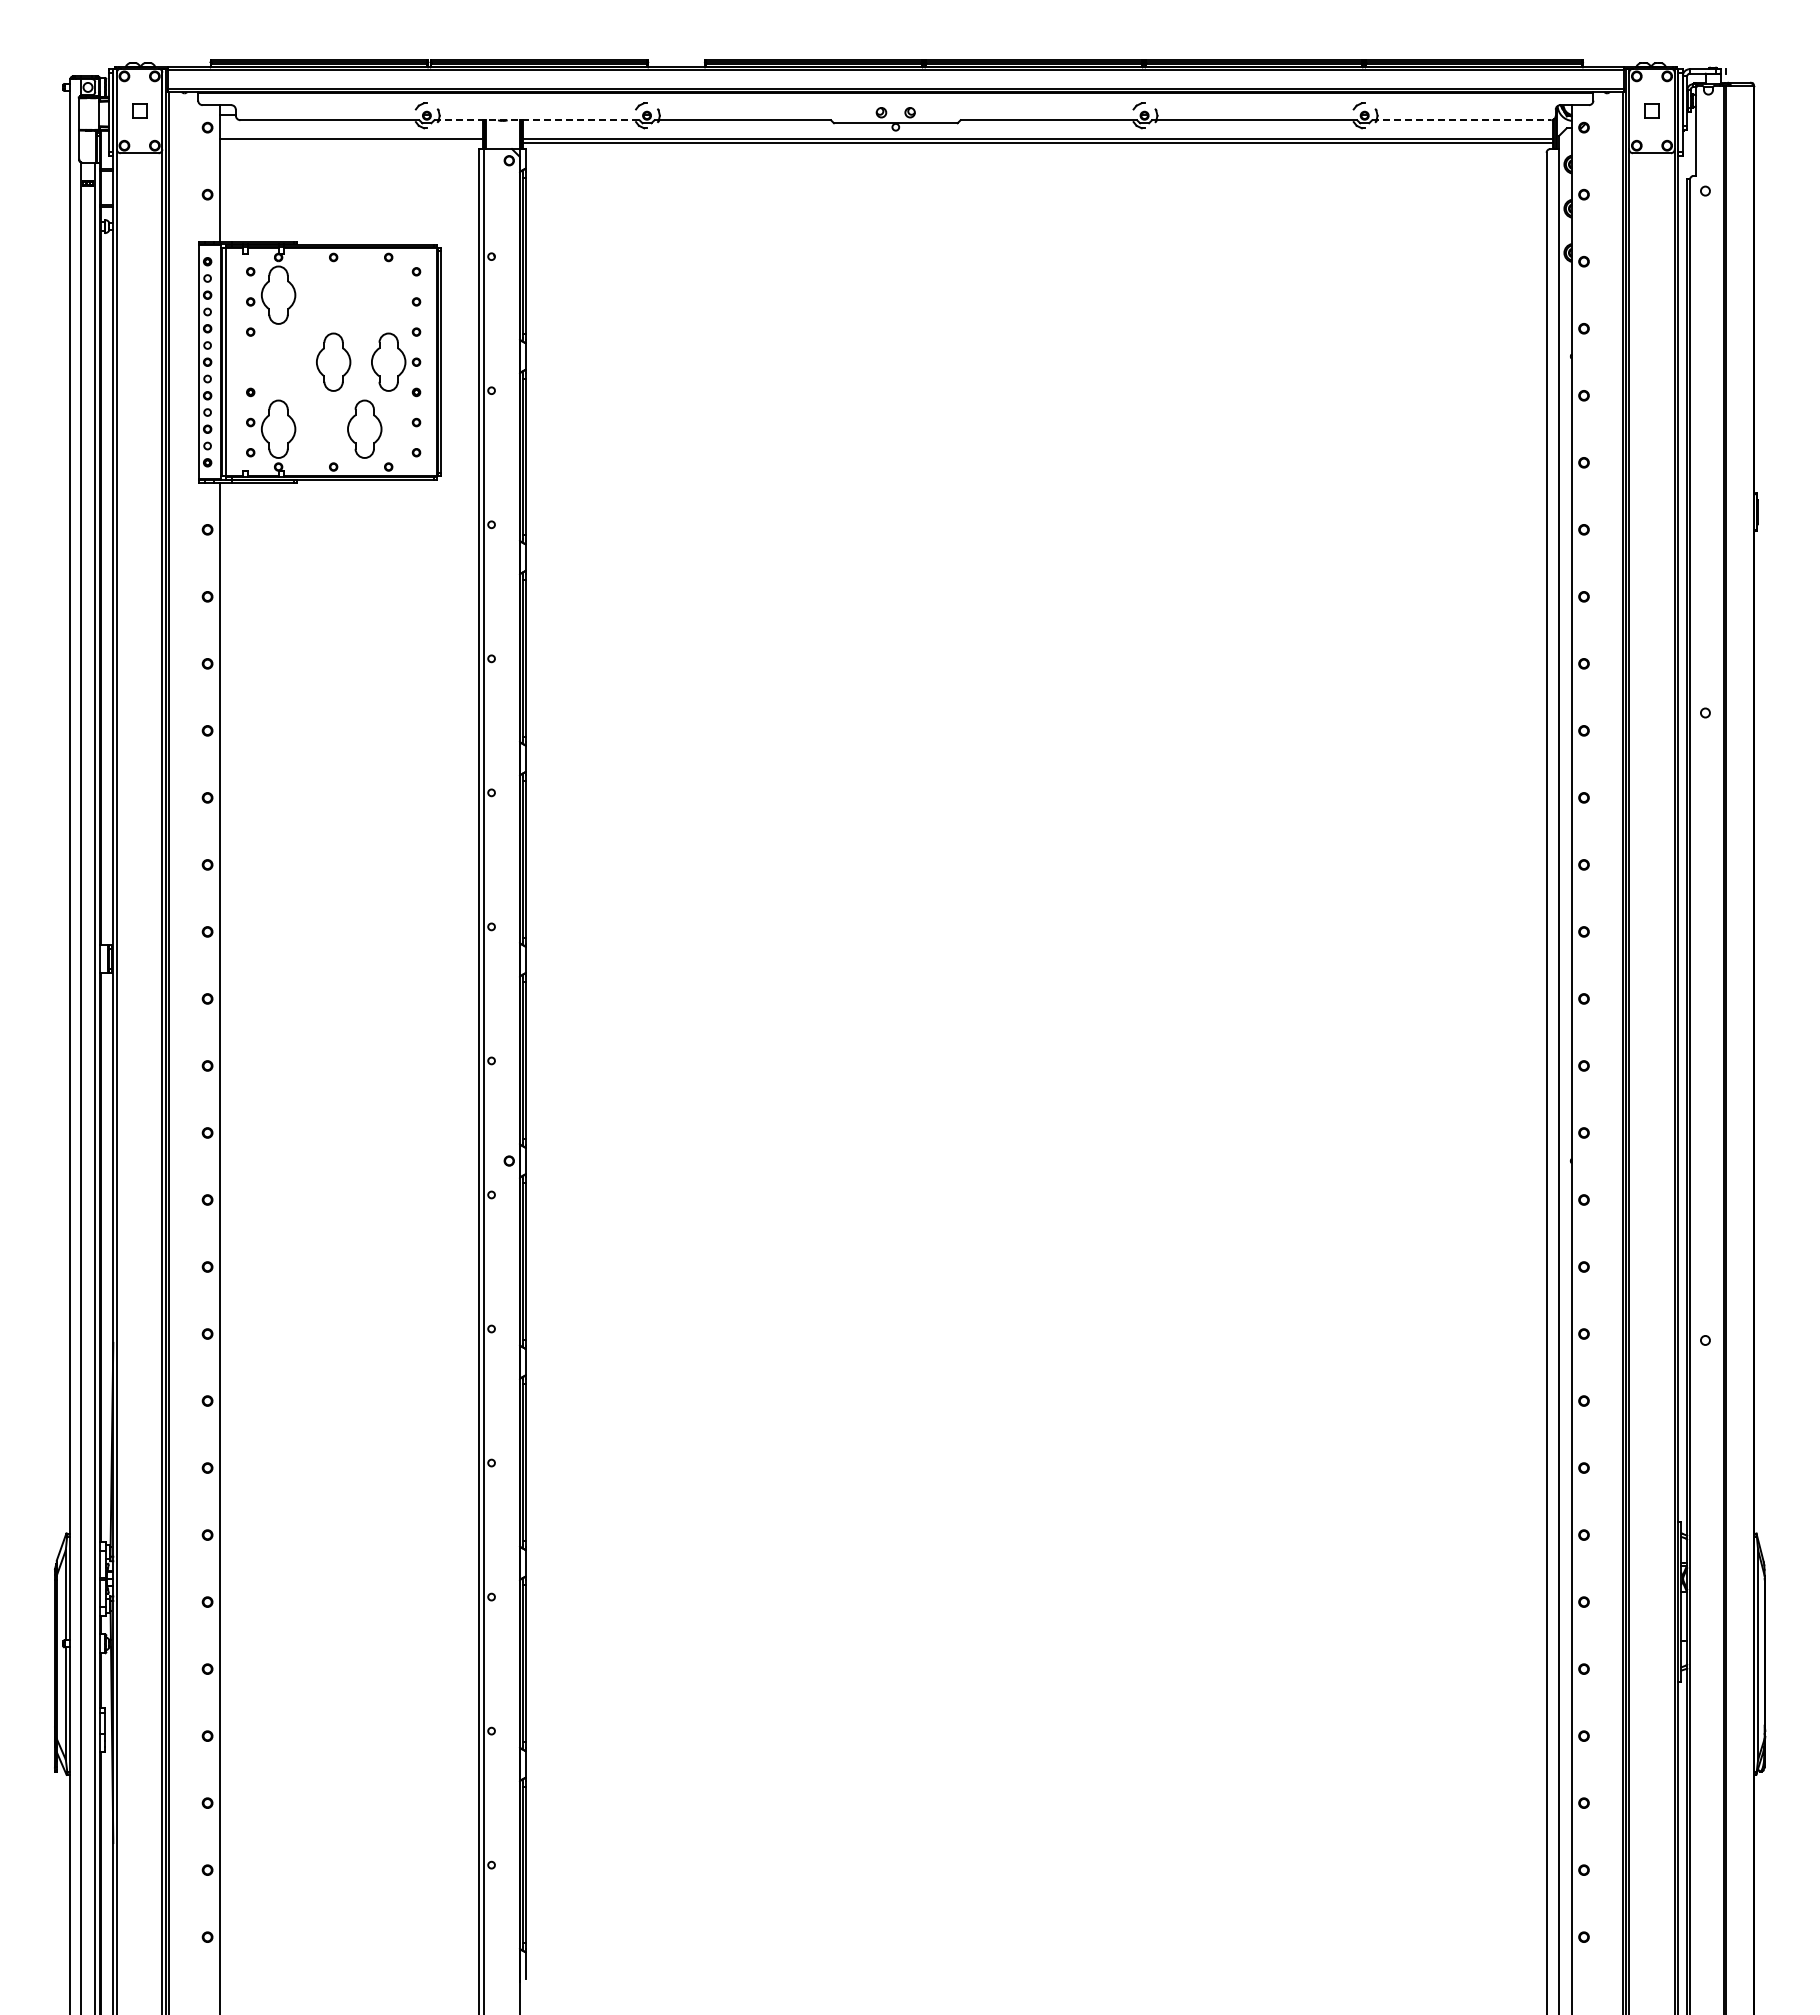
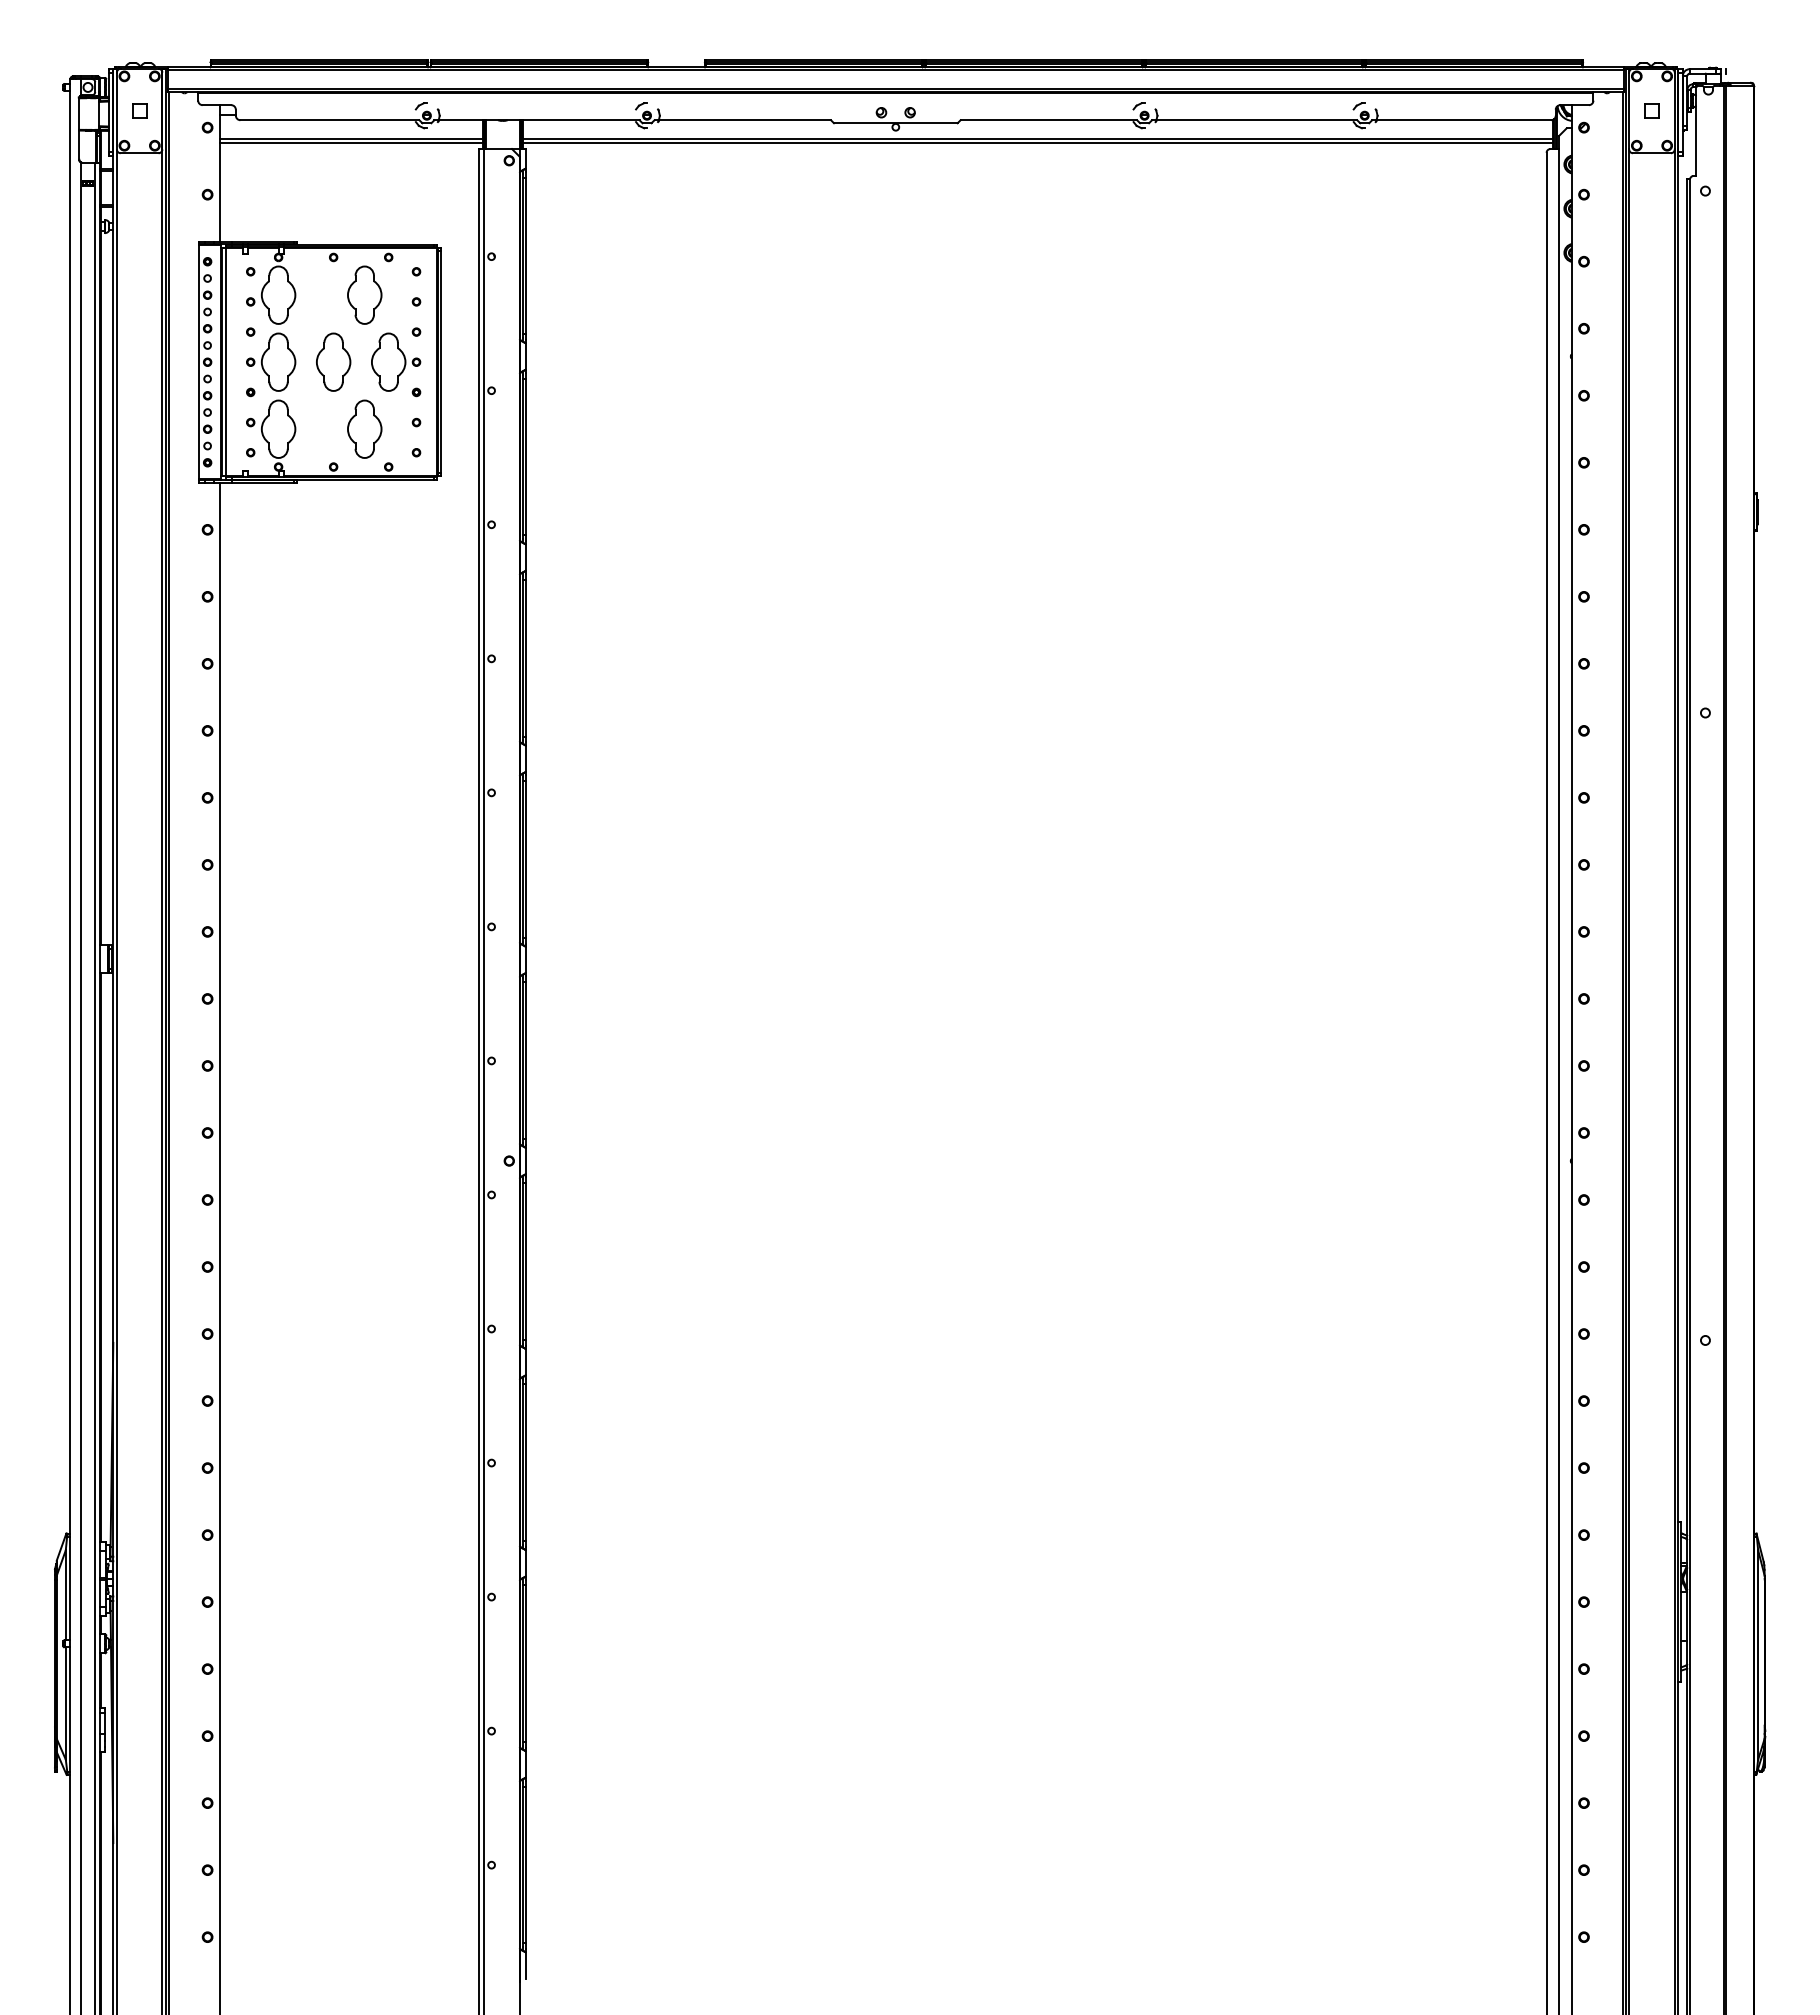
line at (536, 120): dashed -> solid
line at (1462, 120): dashed -> solid
line at (350, 143): none -> present
part at (364, 294): none -> present
part at (271, 361): none -> present
